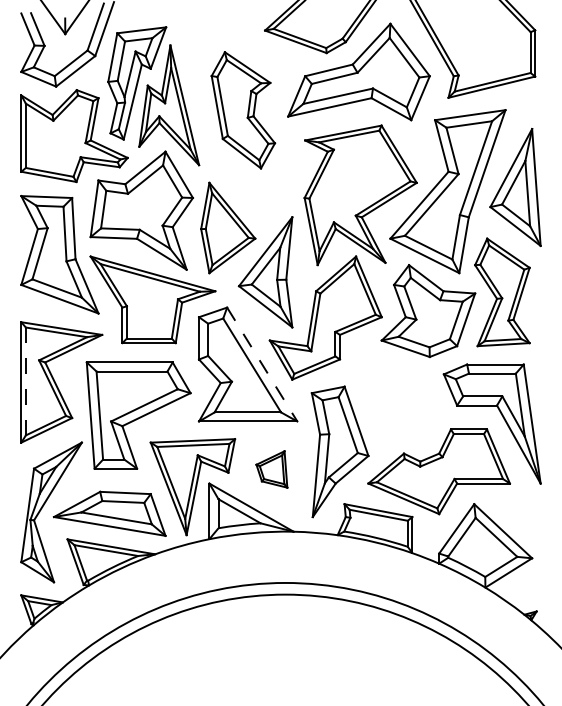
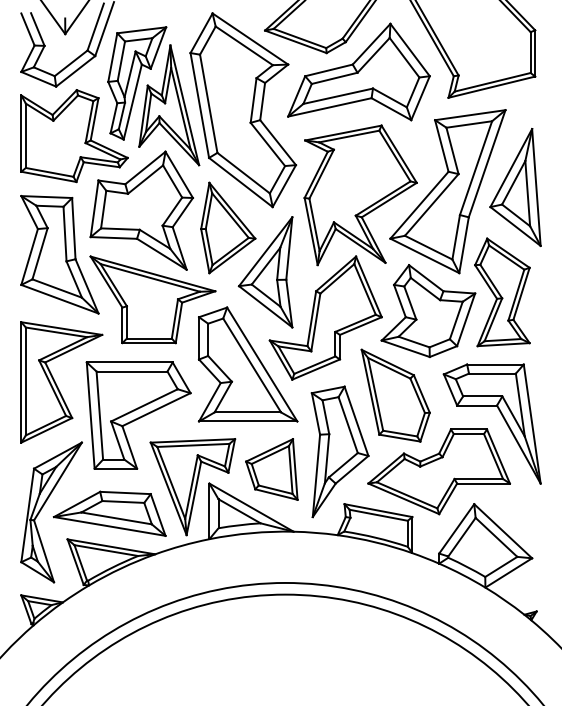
part at (243, 110) size: 67x119 px -> 109x197 px
line at (262, 364): dashed -> solid
line at (25, 381): dashed -> solid
part at (395, 395): none -> present
part at (271, 469) size: 34x39 px -> 54x63 px
